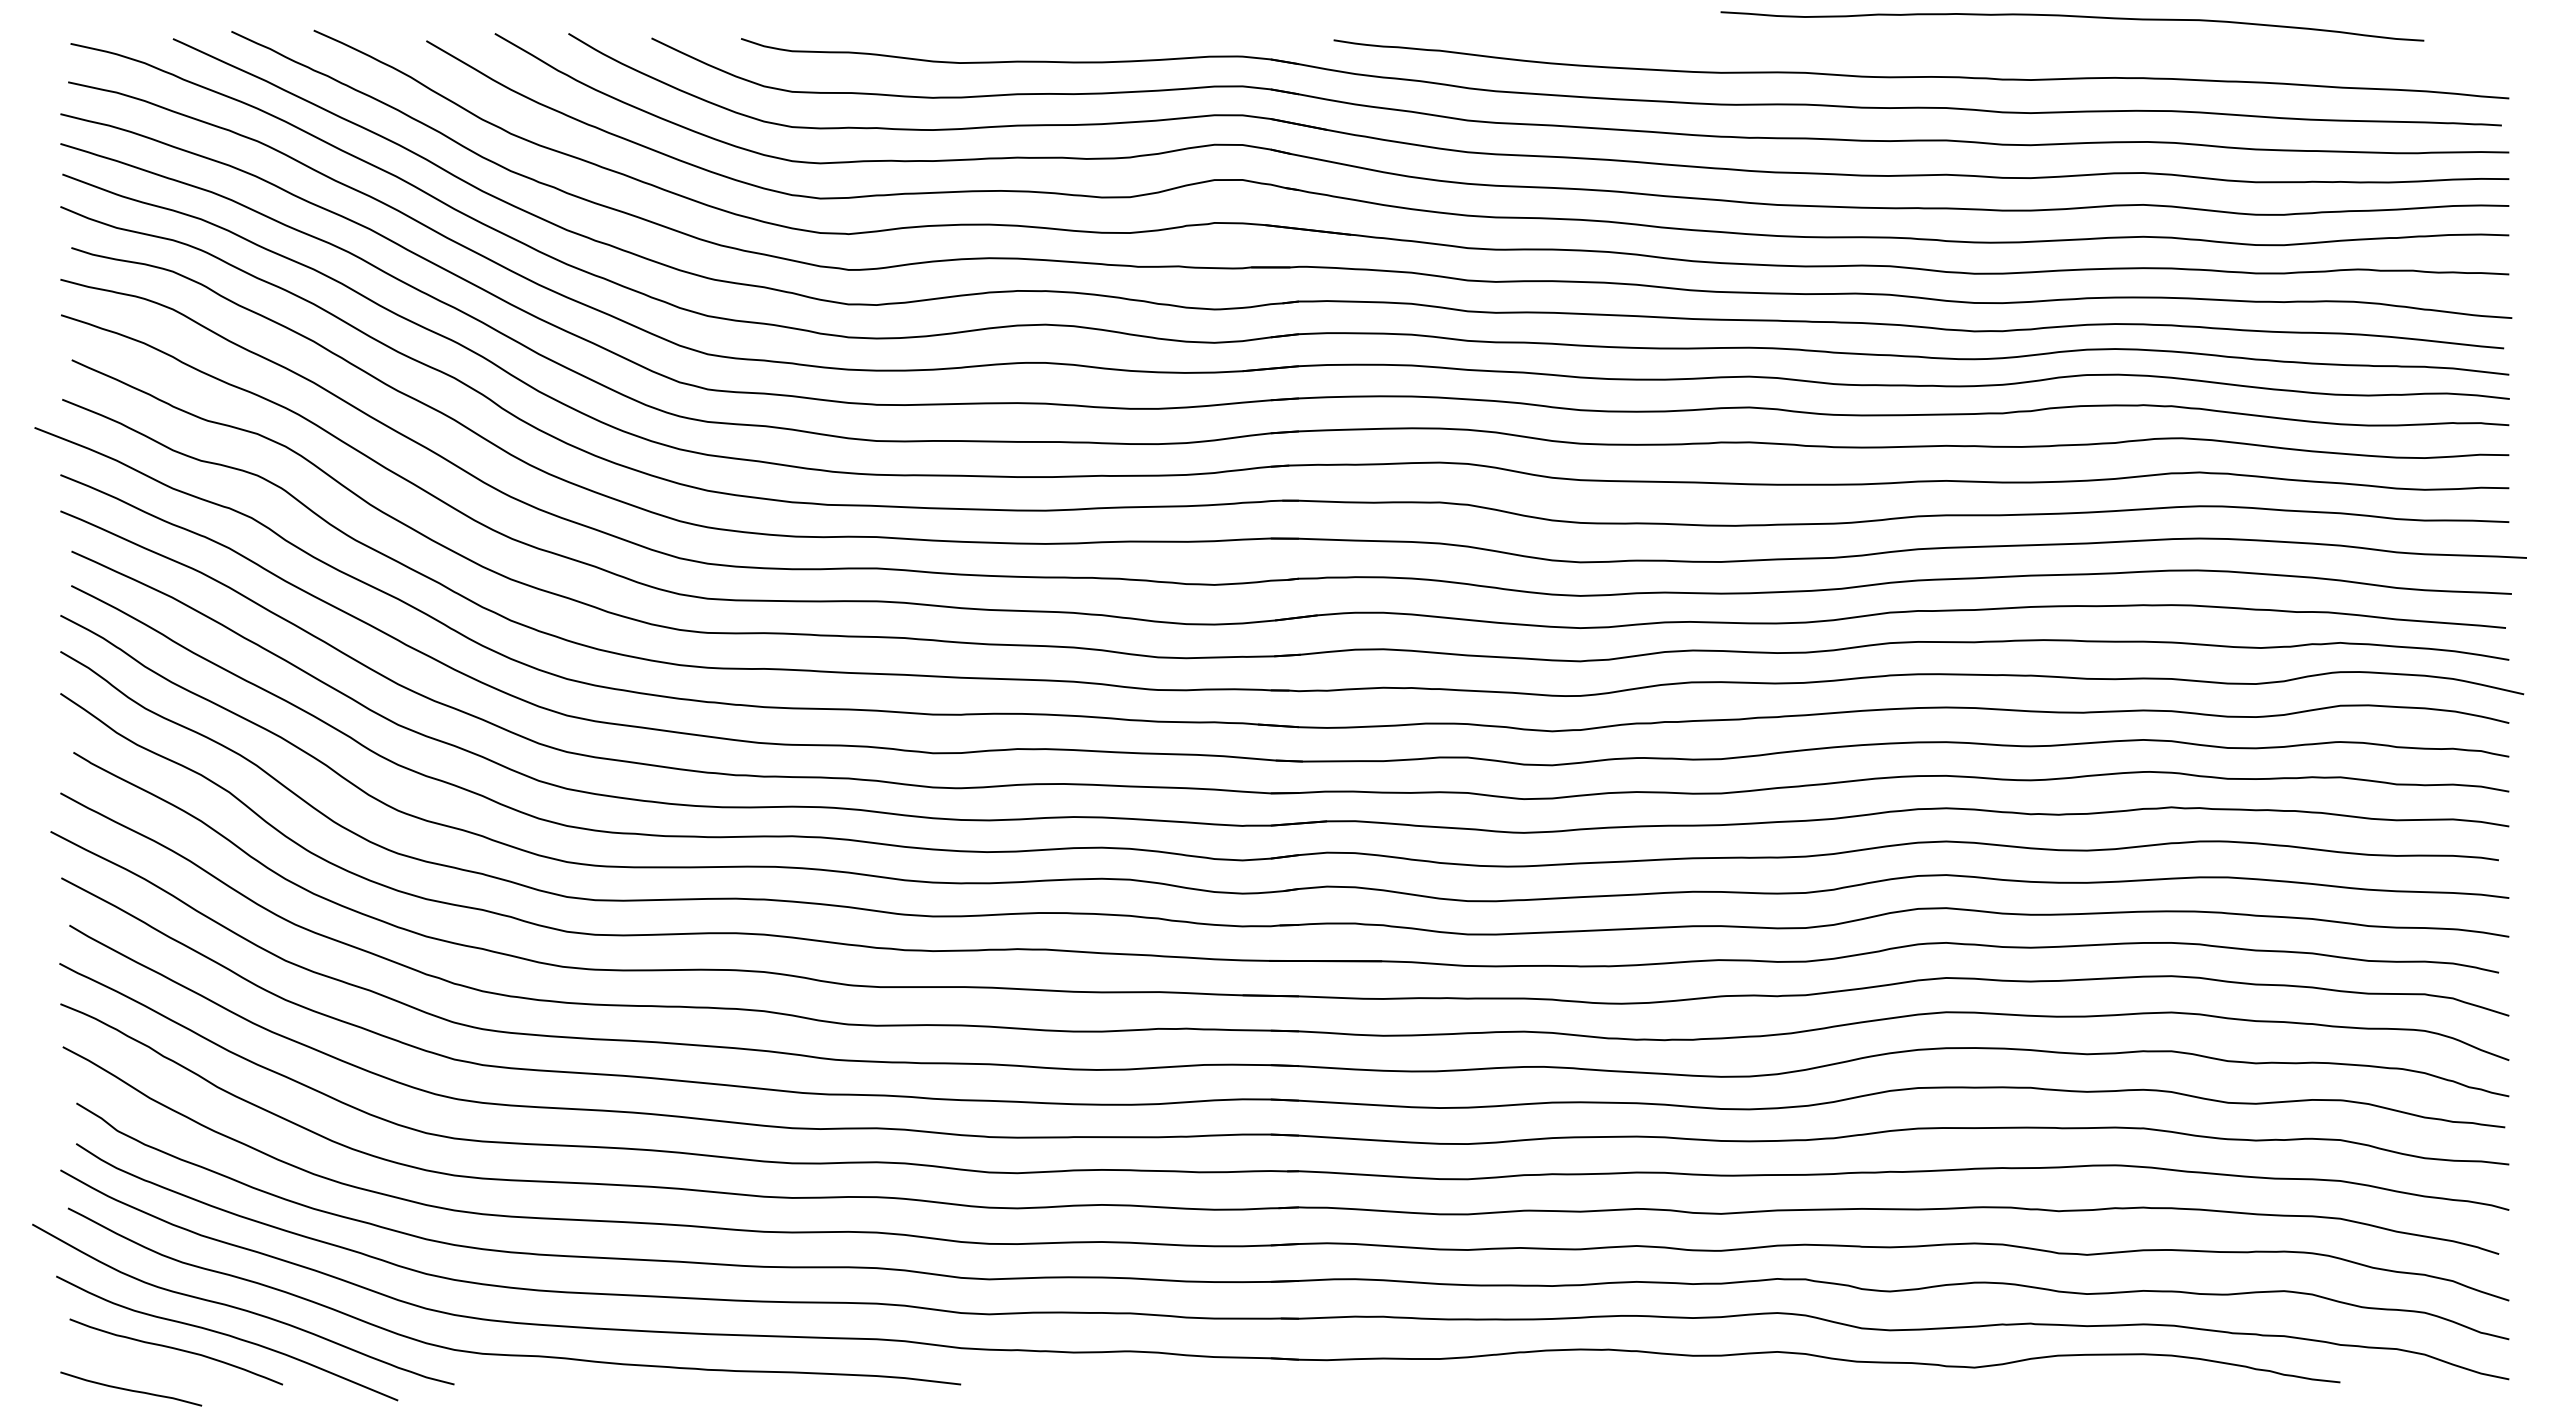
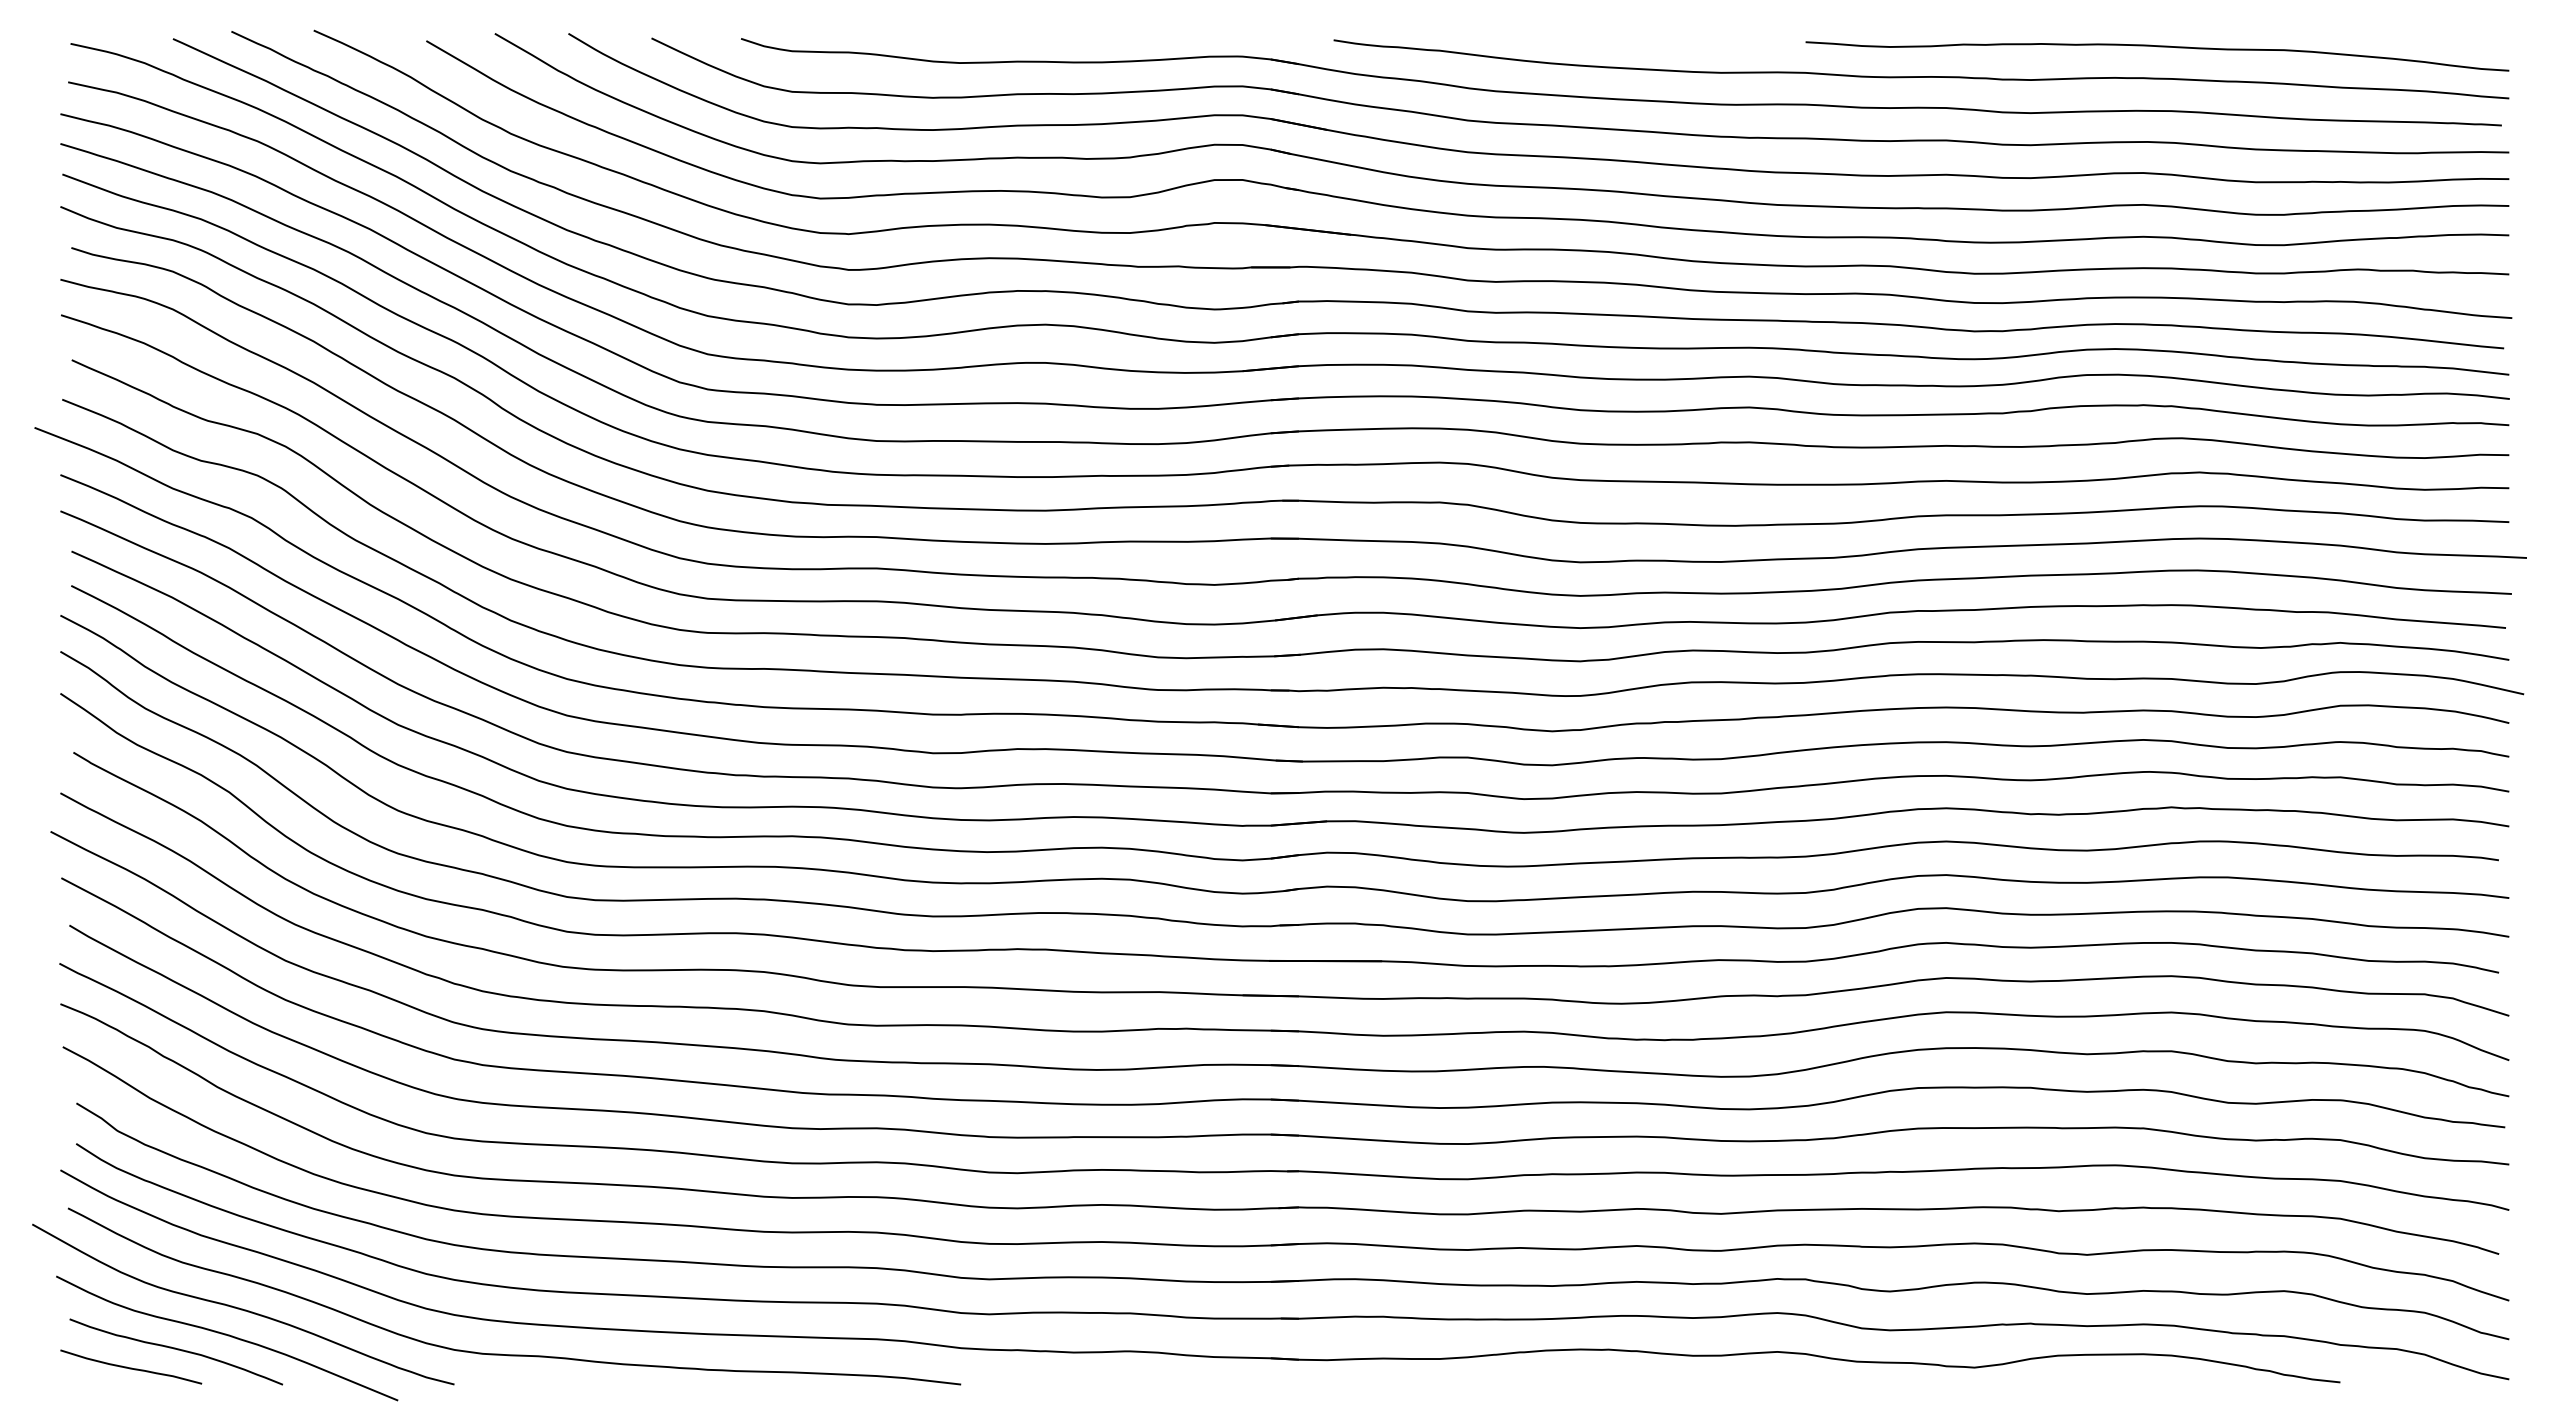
curve at (2072, 17) position: (2072, 17) -> (2157, 47)
curve at (131, 1389) position: (131, 1389) -> (131, 1367)
